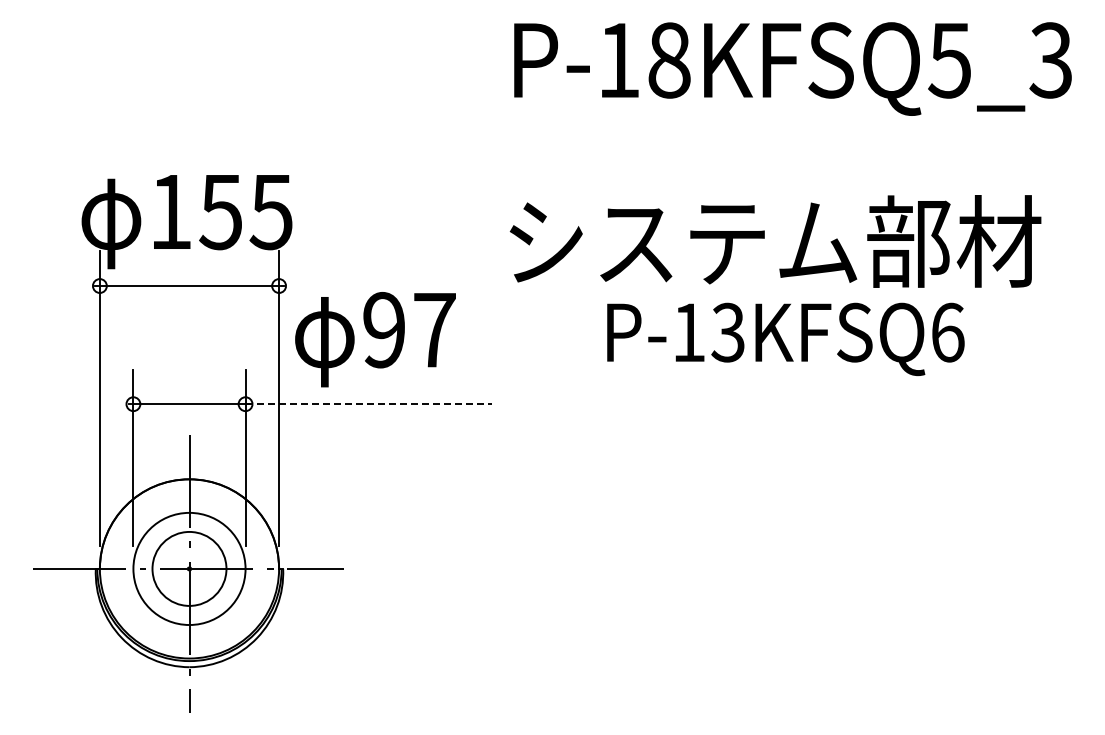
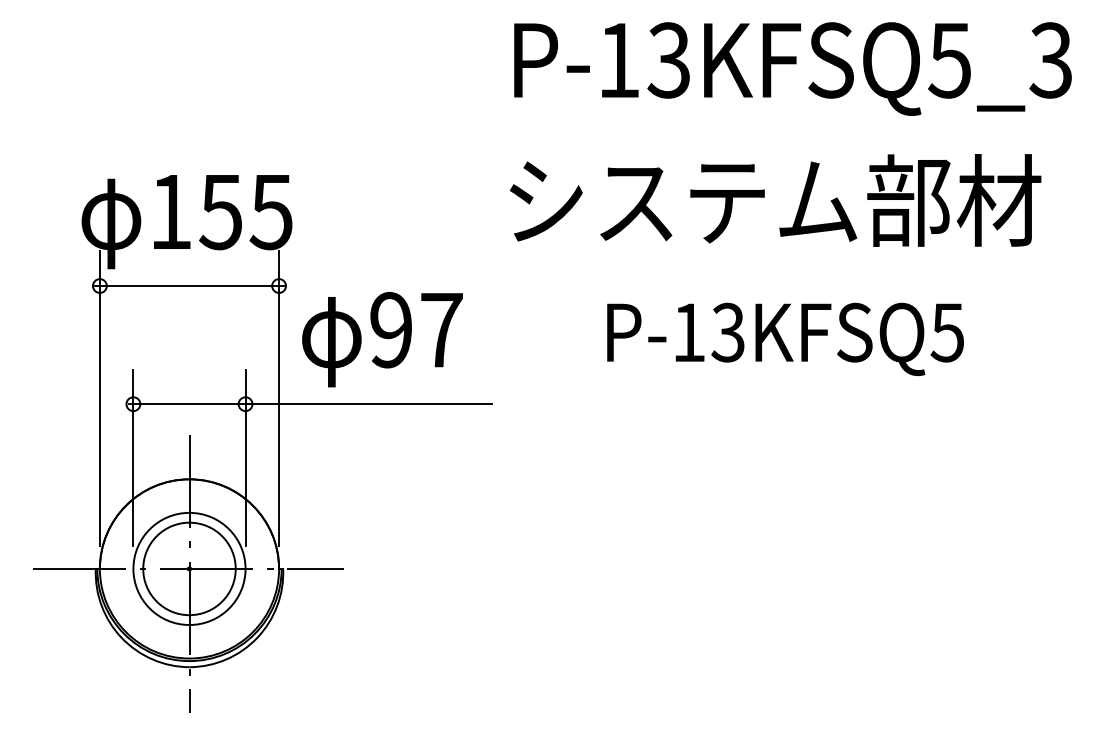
text at (668, 60): P-18KFSQ5_3 -> P-13KFSQ5_3
text at (775, 241) position: (775, 241) -> (775, 200)
text at (947, 332): P-13KFSQ6 -> P-13KFSQ5
text at (375, 339) position: (375, 339) -> (382, 339)
line at (369, 404): dashed -> solid
circle at (189, 568) diameter: 74 px -> 92 px
